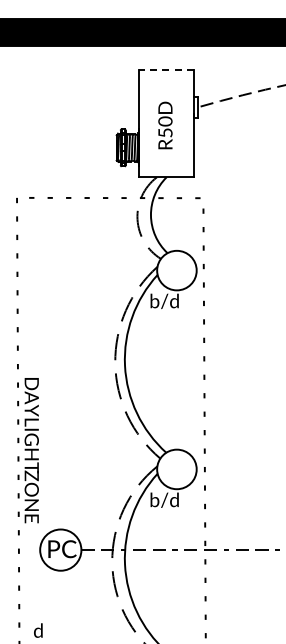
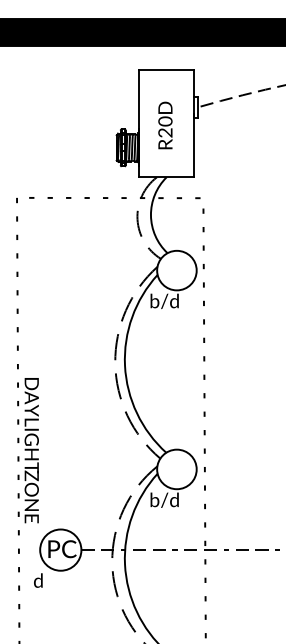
line at (166, 70): dashed -> solid
text at (165, 132): R50D -> R20D
text at (38, 630) position: (38, 630) -> (38, 580)
